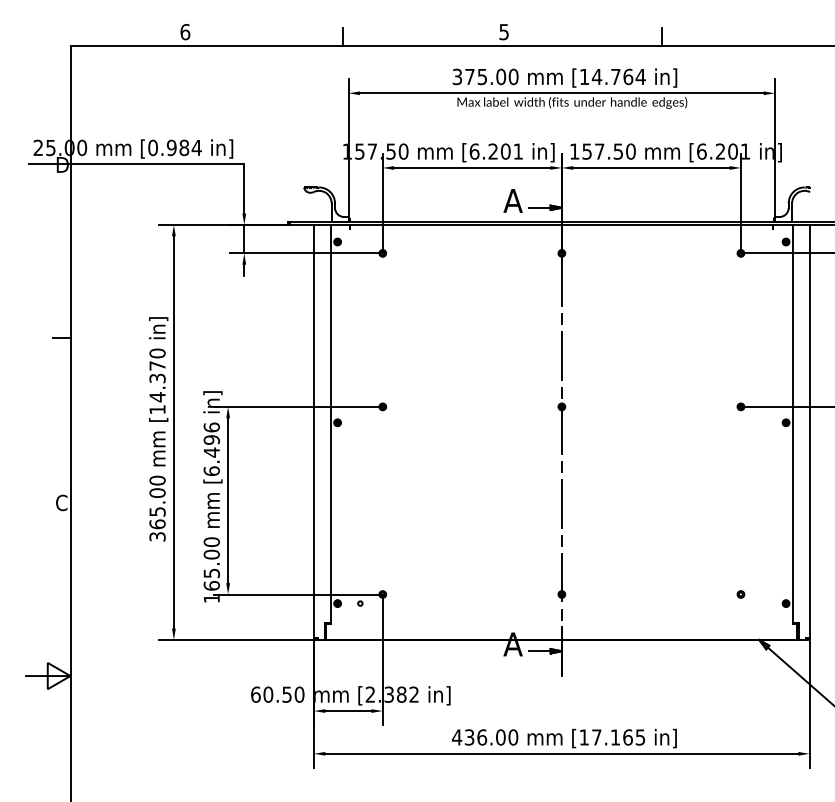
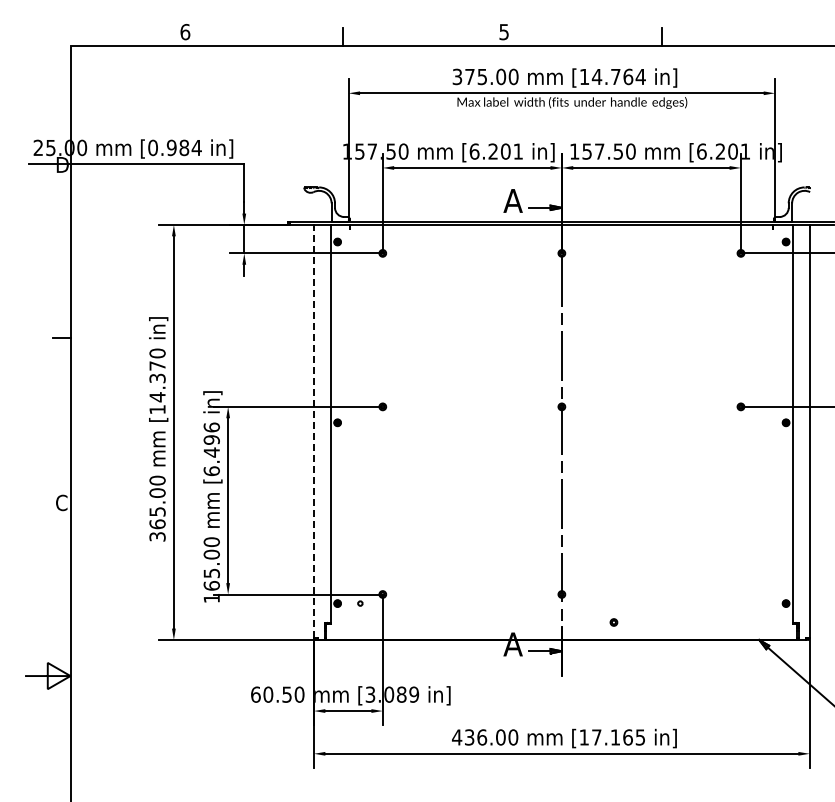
line at (313, 432): solid -> dashed
part at (740, 594) position: (740, 594) -> (613, 622)
text at (392, 694): [2.382 -> [3.089
